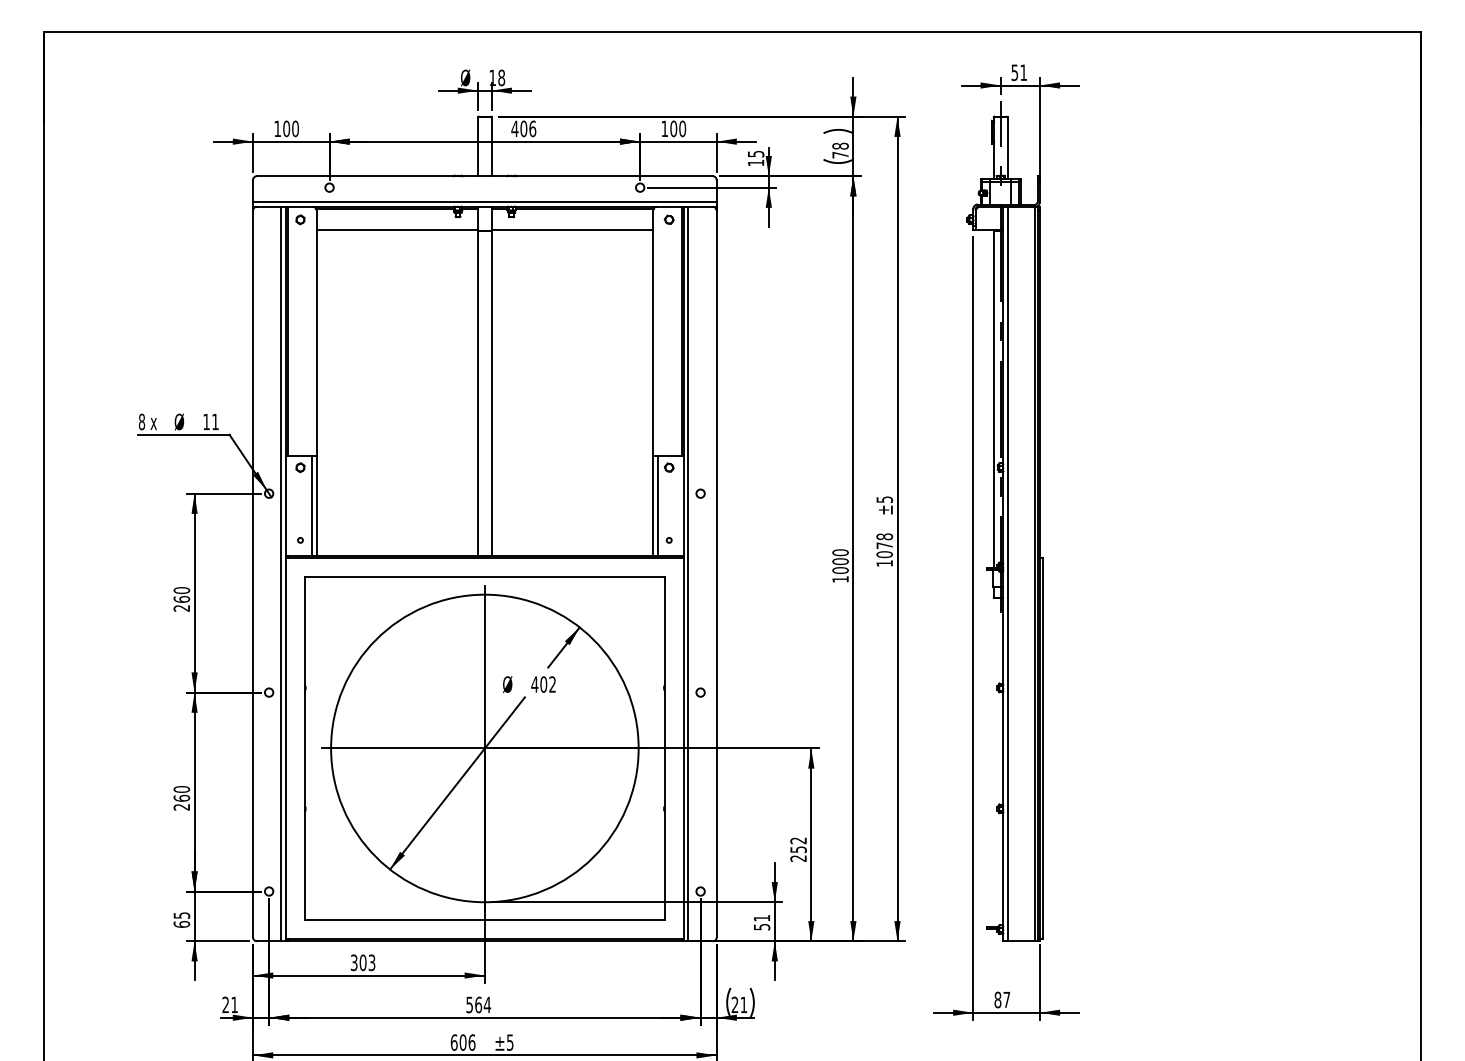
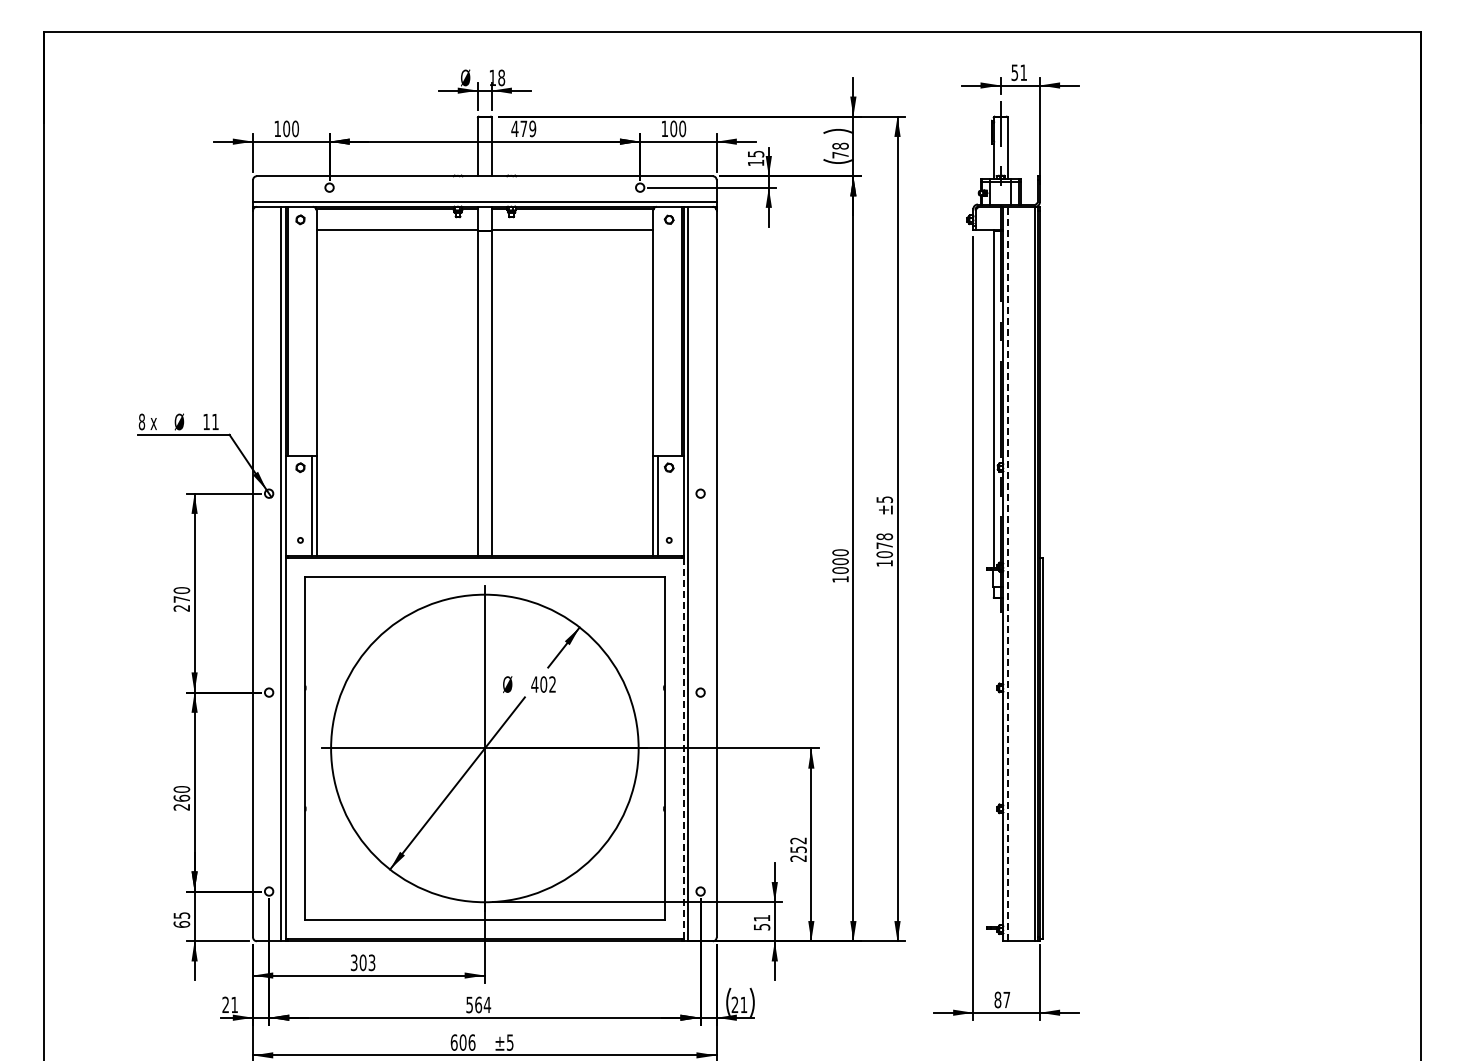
text at (528, 128): 406 -> 479
line at (1007, 573): solid -> dashed
text at (181, 599): 260 -> 270
line at (683, 748): solid -> dashed
